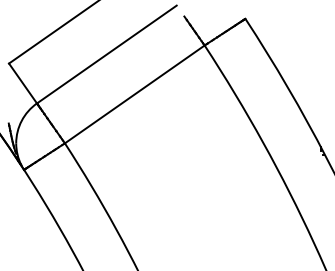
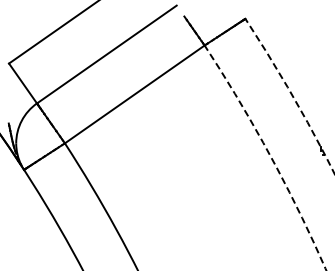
arc at (292, 95): solid -> dashed
arc at (270, 155): solid -> dashed
